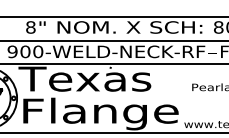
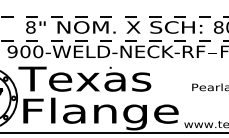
line at (114, 17): solid -> dashed
line at (114, 40): solid -> dashed
line at (113, 63): present -> none
